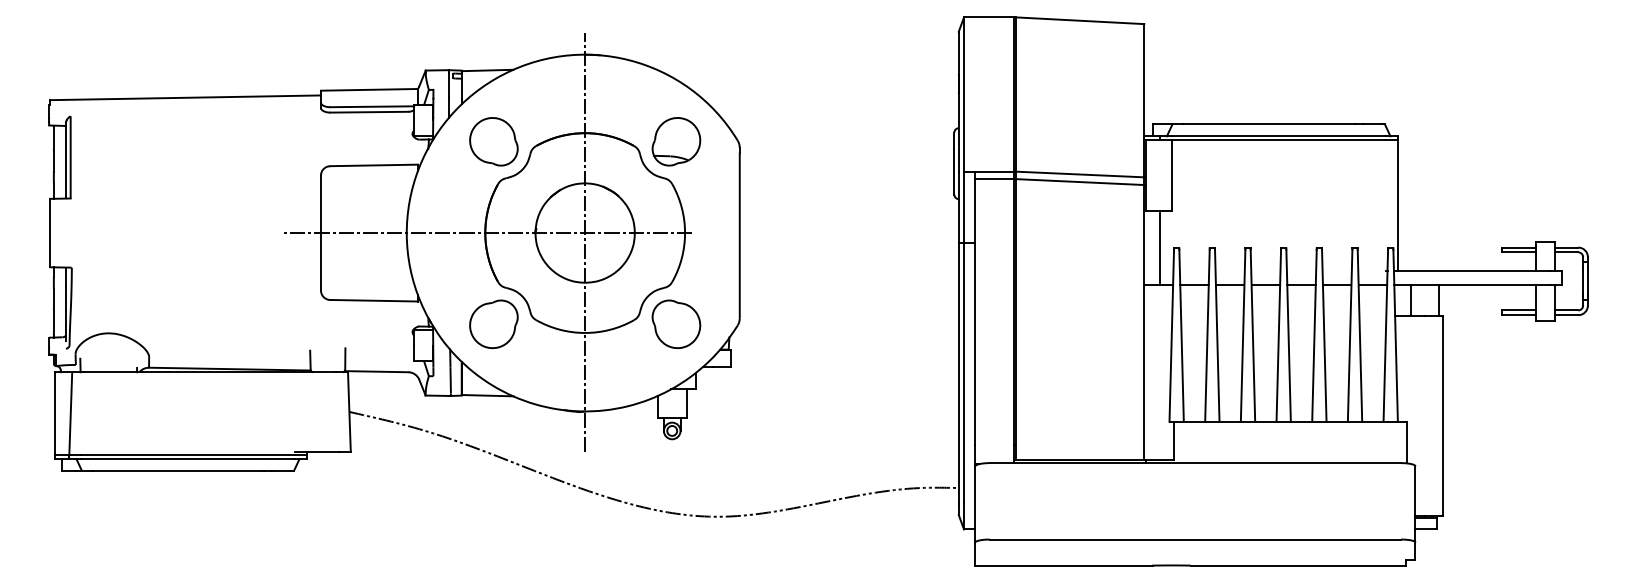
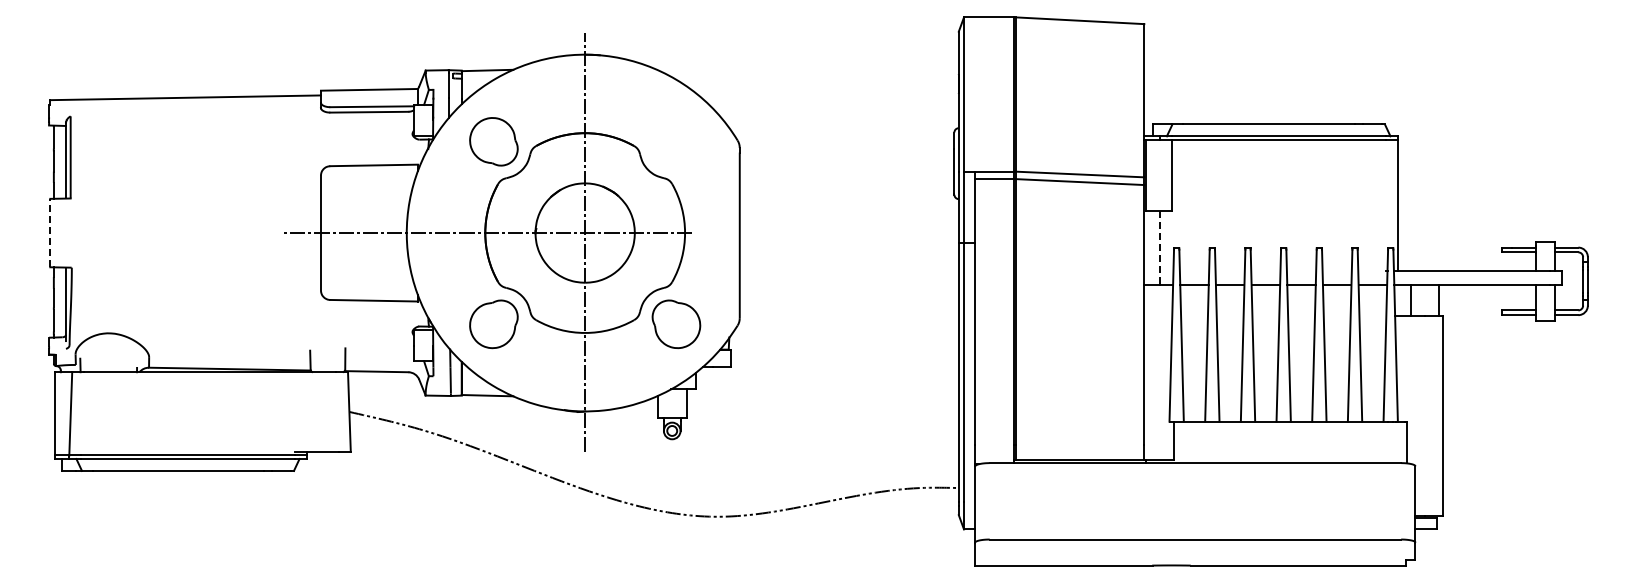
part at (676, 141): present -> none
line at (50, 232): solid -> dashed
line at (1159, 248): solid -> dashed
